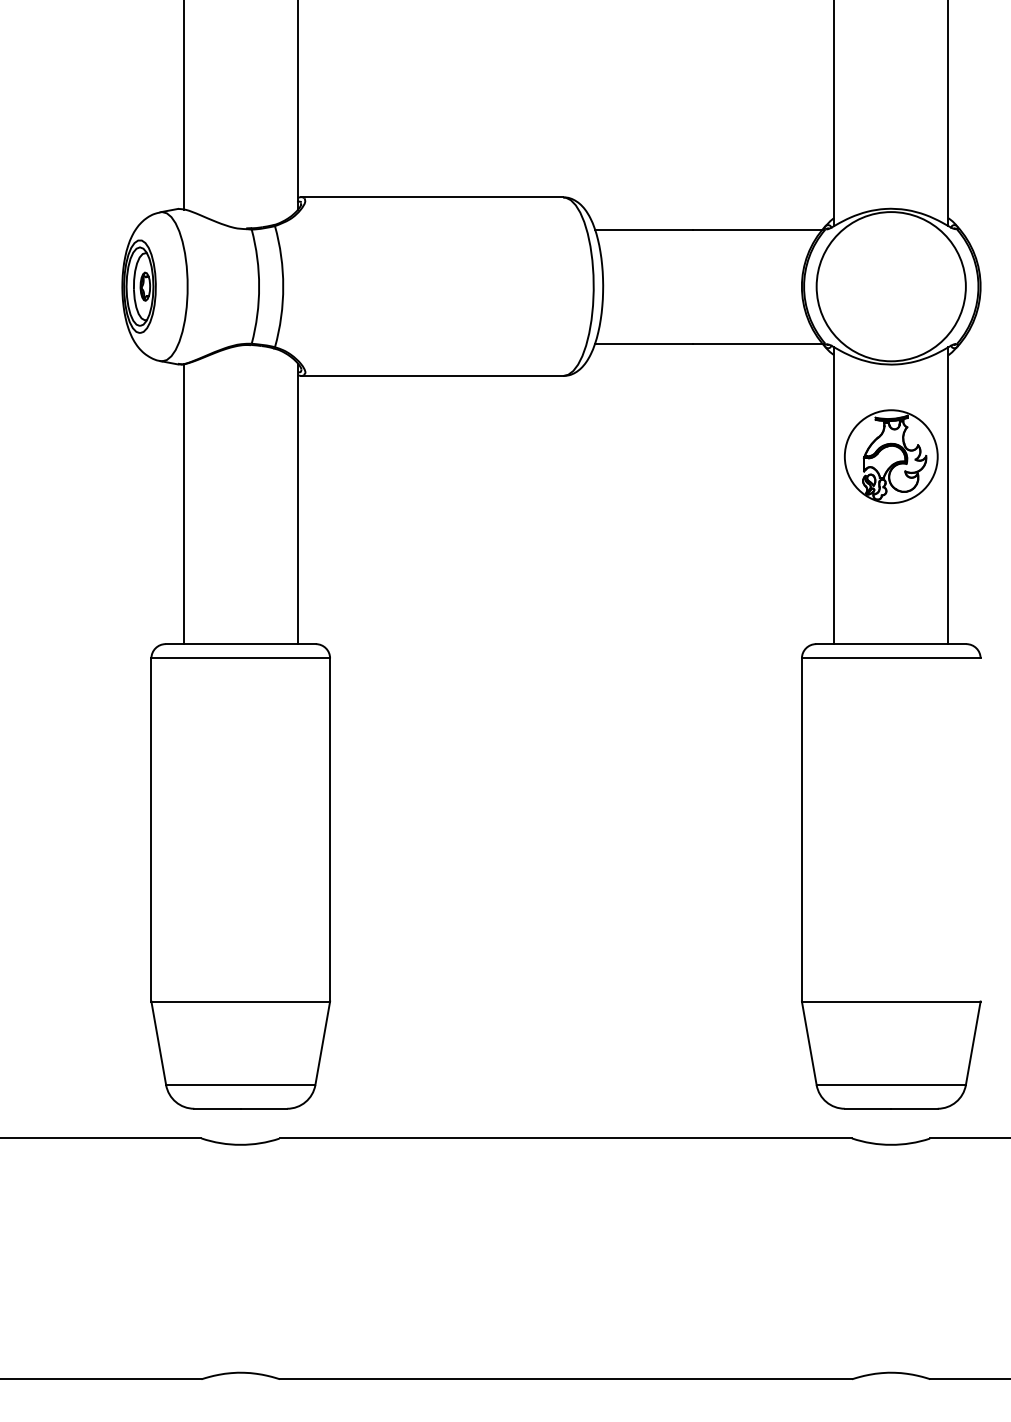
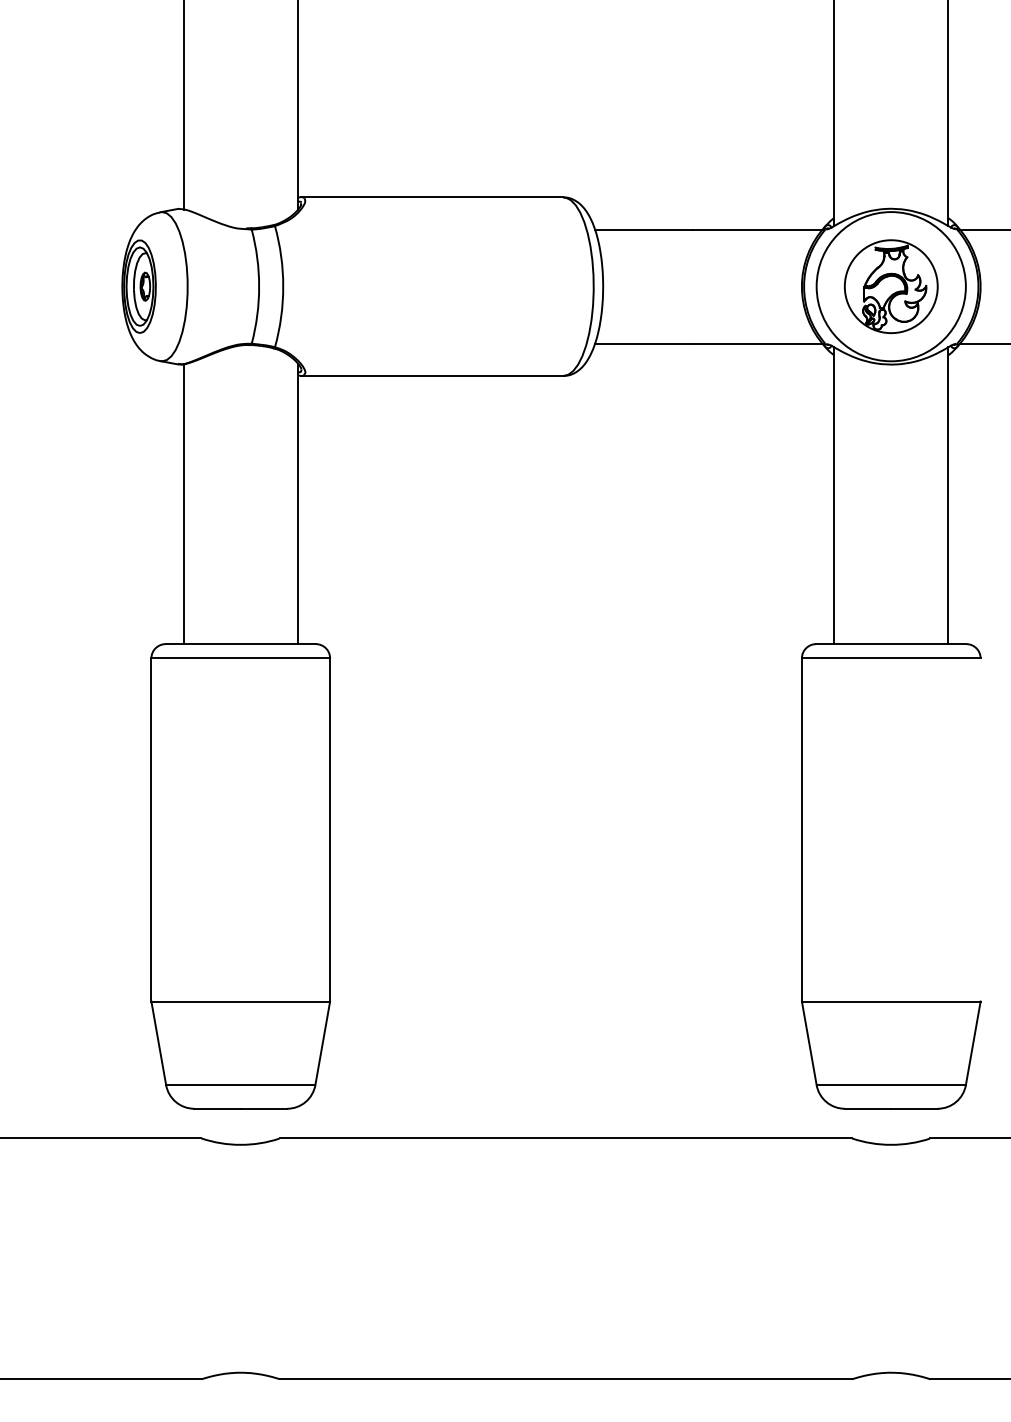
line at (983, 229): none -> present
line at (983, 343): none -> present
part at (890, 456) position: (890, 456) -> (890, 286)
